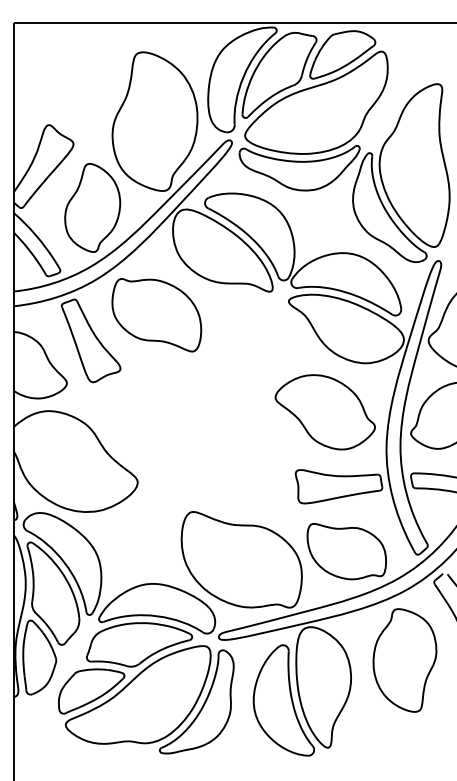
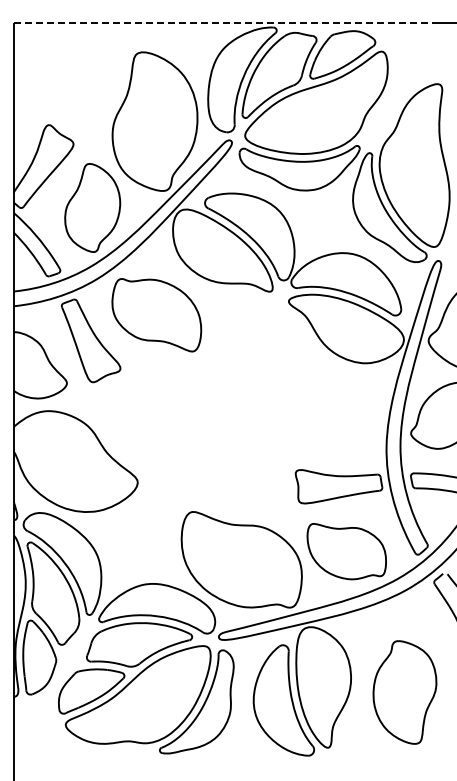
line at (225, 23): solid -> dashed
part at (324, 412): present -> none
part at (404, 660) position: (404, 660) -> (404, 692)
